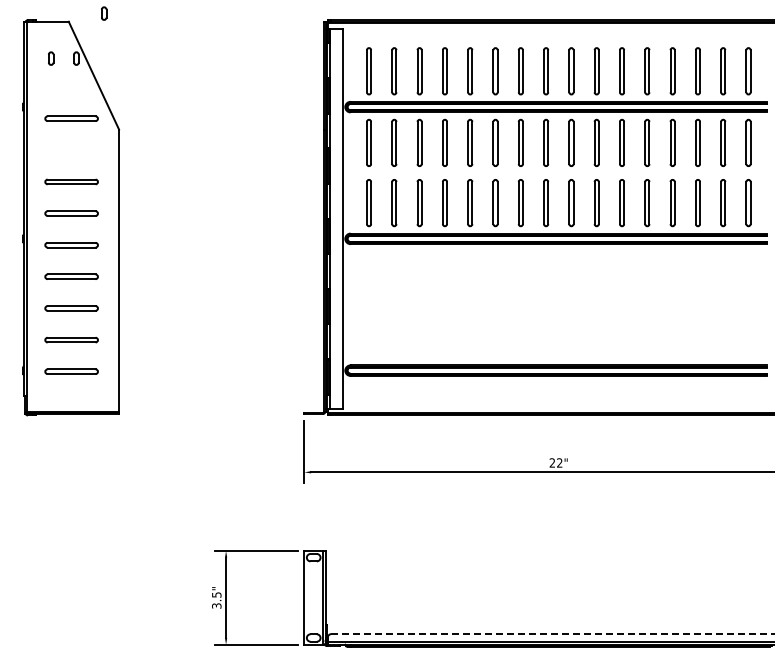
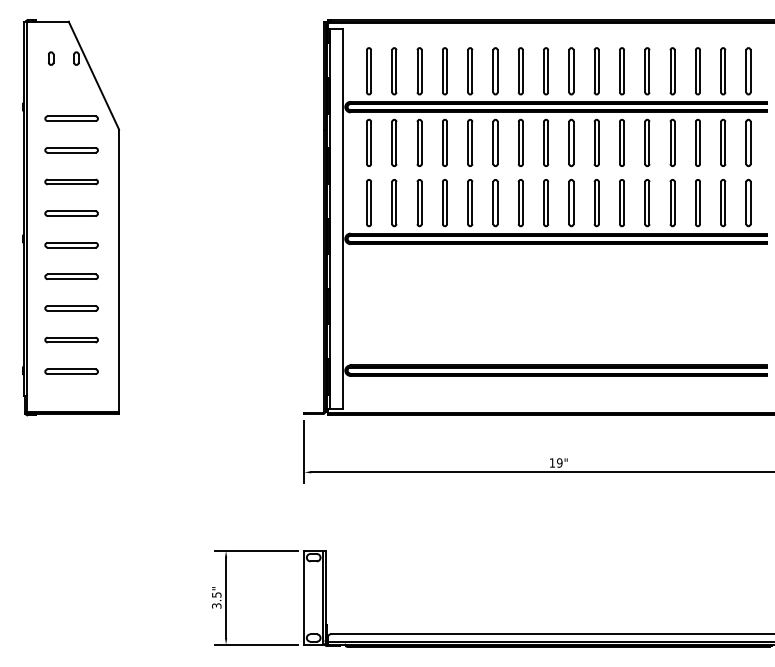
part at (104, 13): present -> none
part at (71, 150): none -> present
text at (555, 462): 22" -> 19"
line at (552, 634): dashed -> solid
